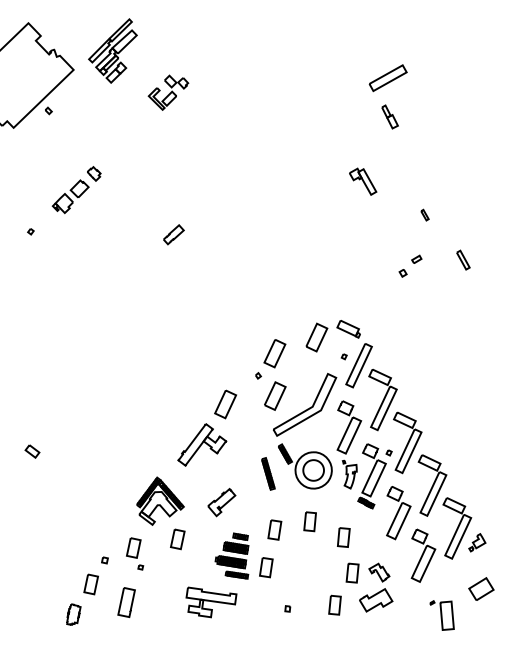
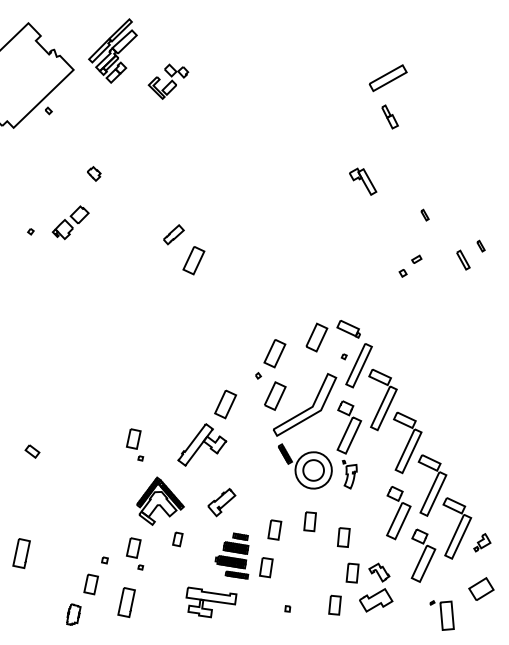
part at (168, 92) position: (168, 92) -> (168, 81)
part at (70, 196) position: (70, 196) -> (70, 222)
part at (480, 245): none -> present
part at (193, 260): none -> present
part at (135, 444): none -> present
part at (268, 473): present -> none
part at (374, 476): present -> none
part at (177, 539) size: 16x23 px -> 12x17 px
part at (477, 542) position: (477, 542) -> (482, 542)
part at (21, 553): none -> present
